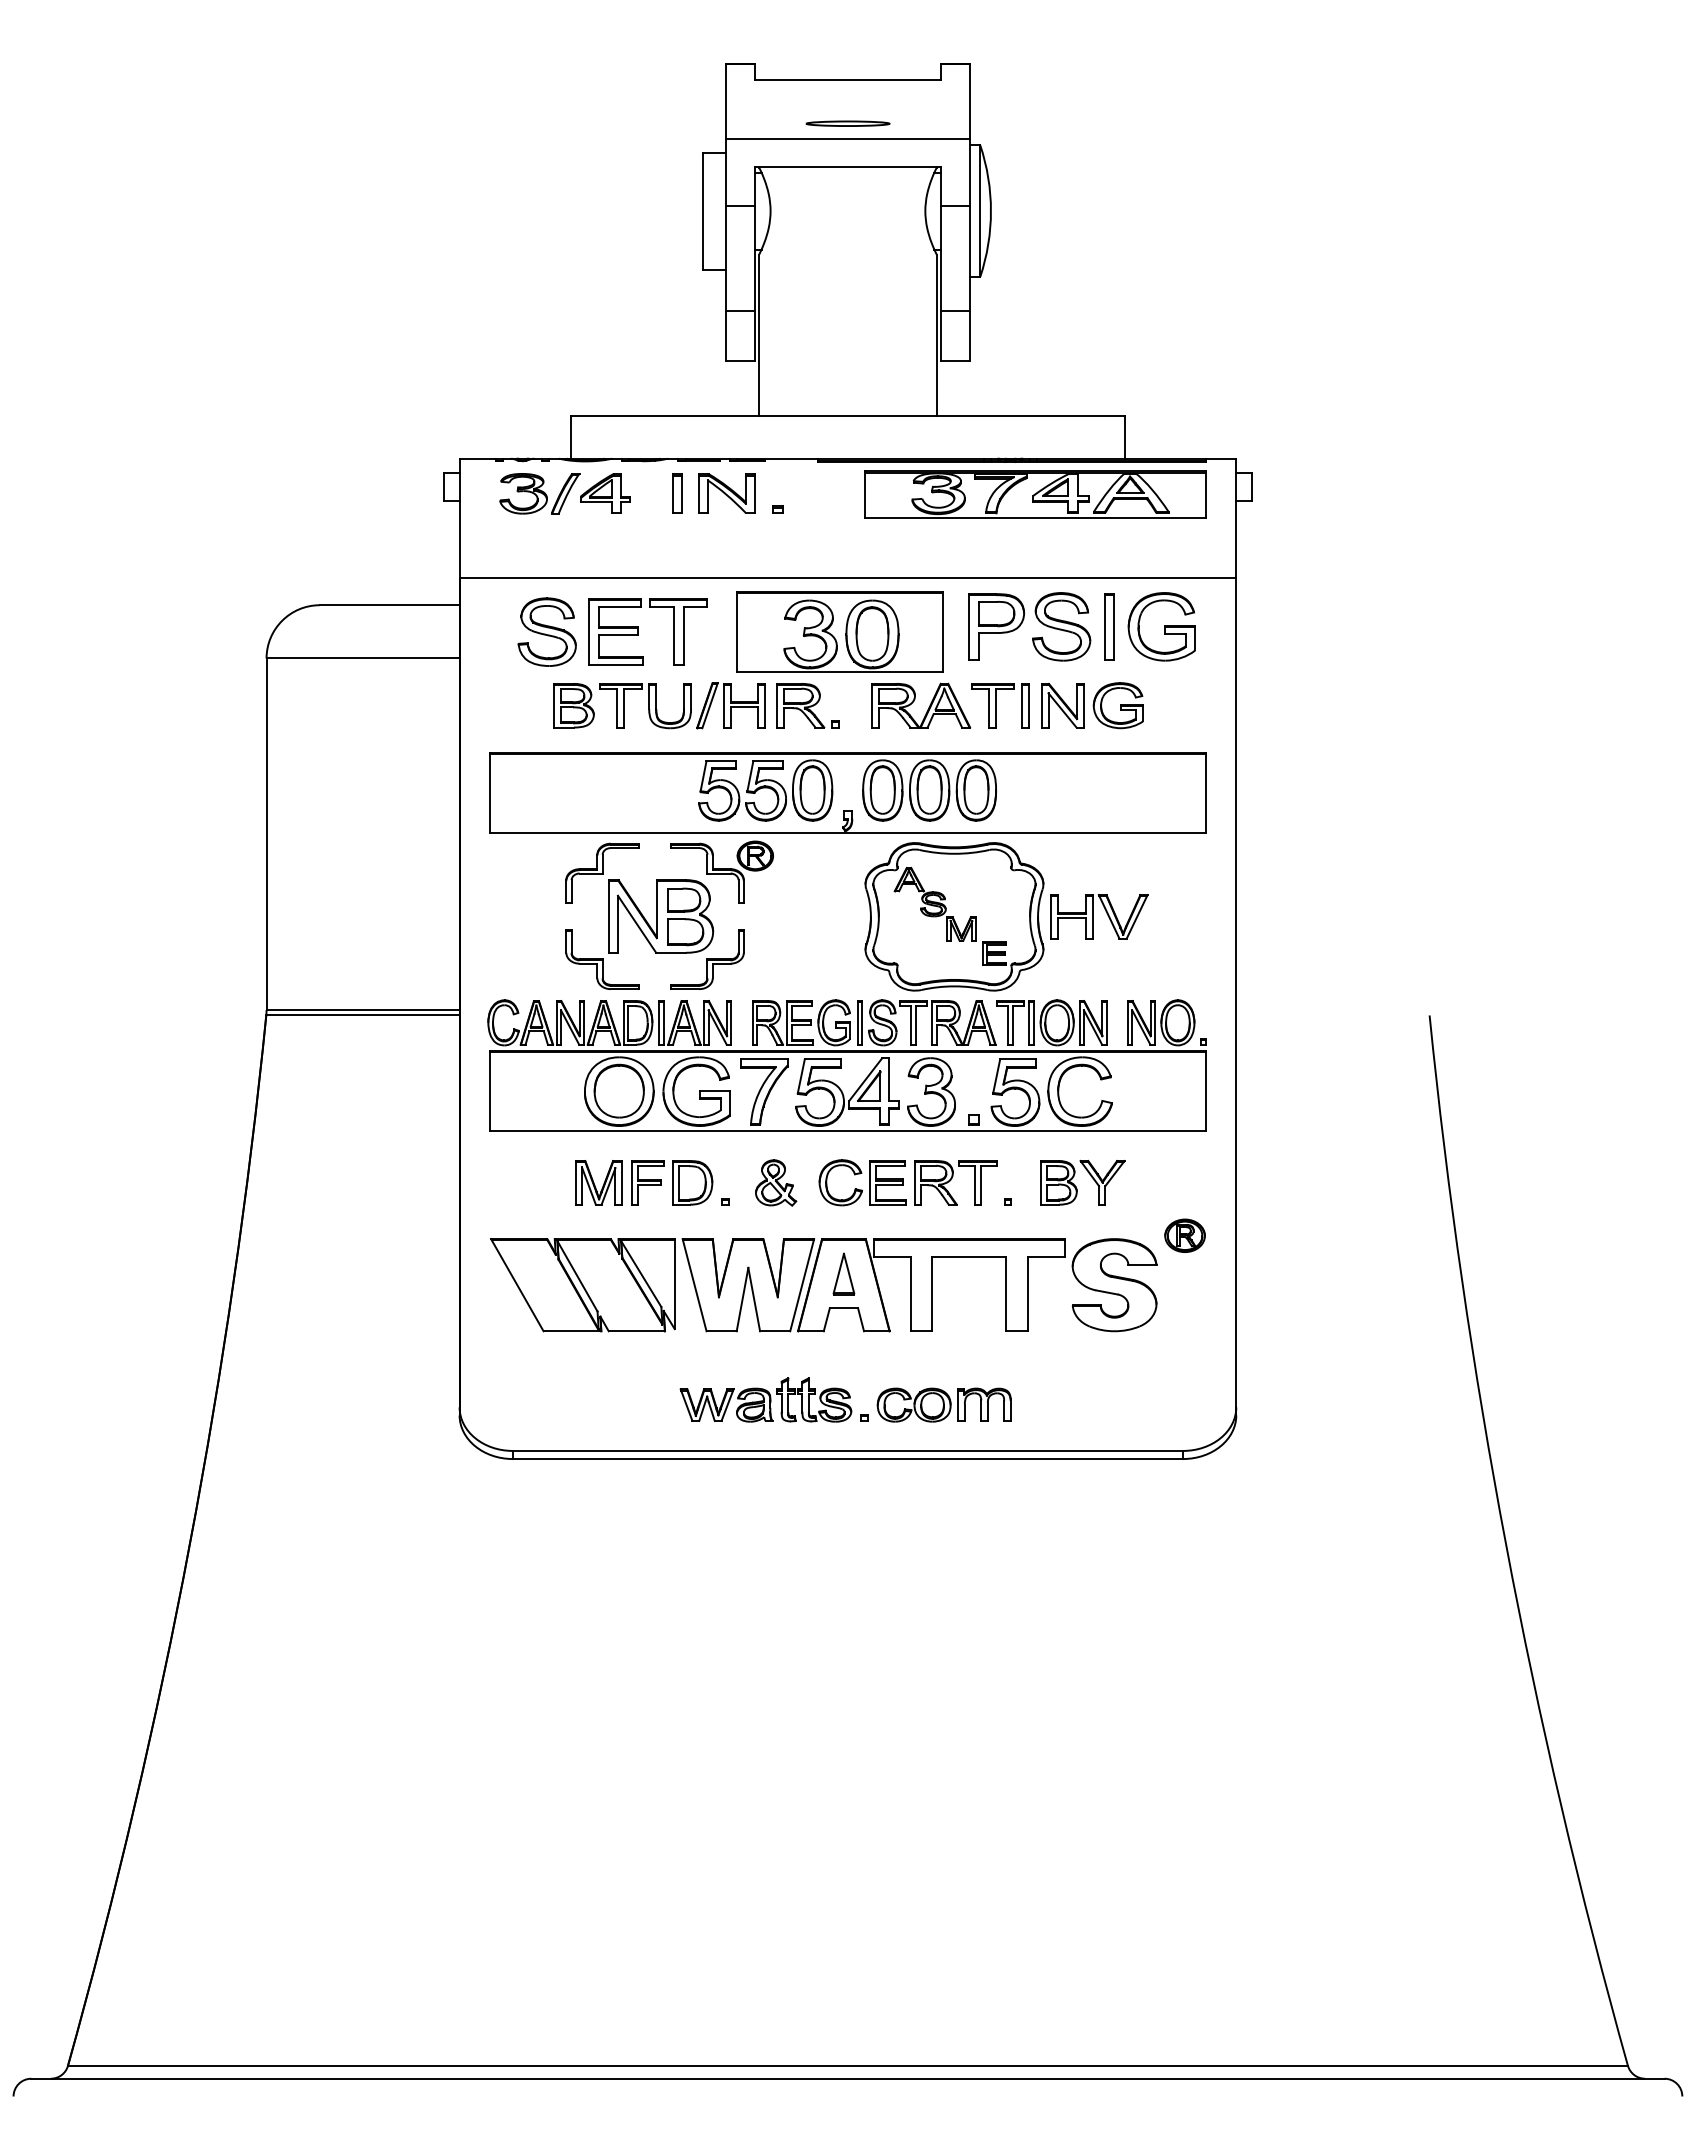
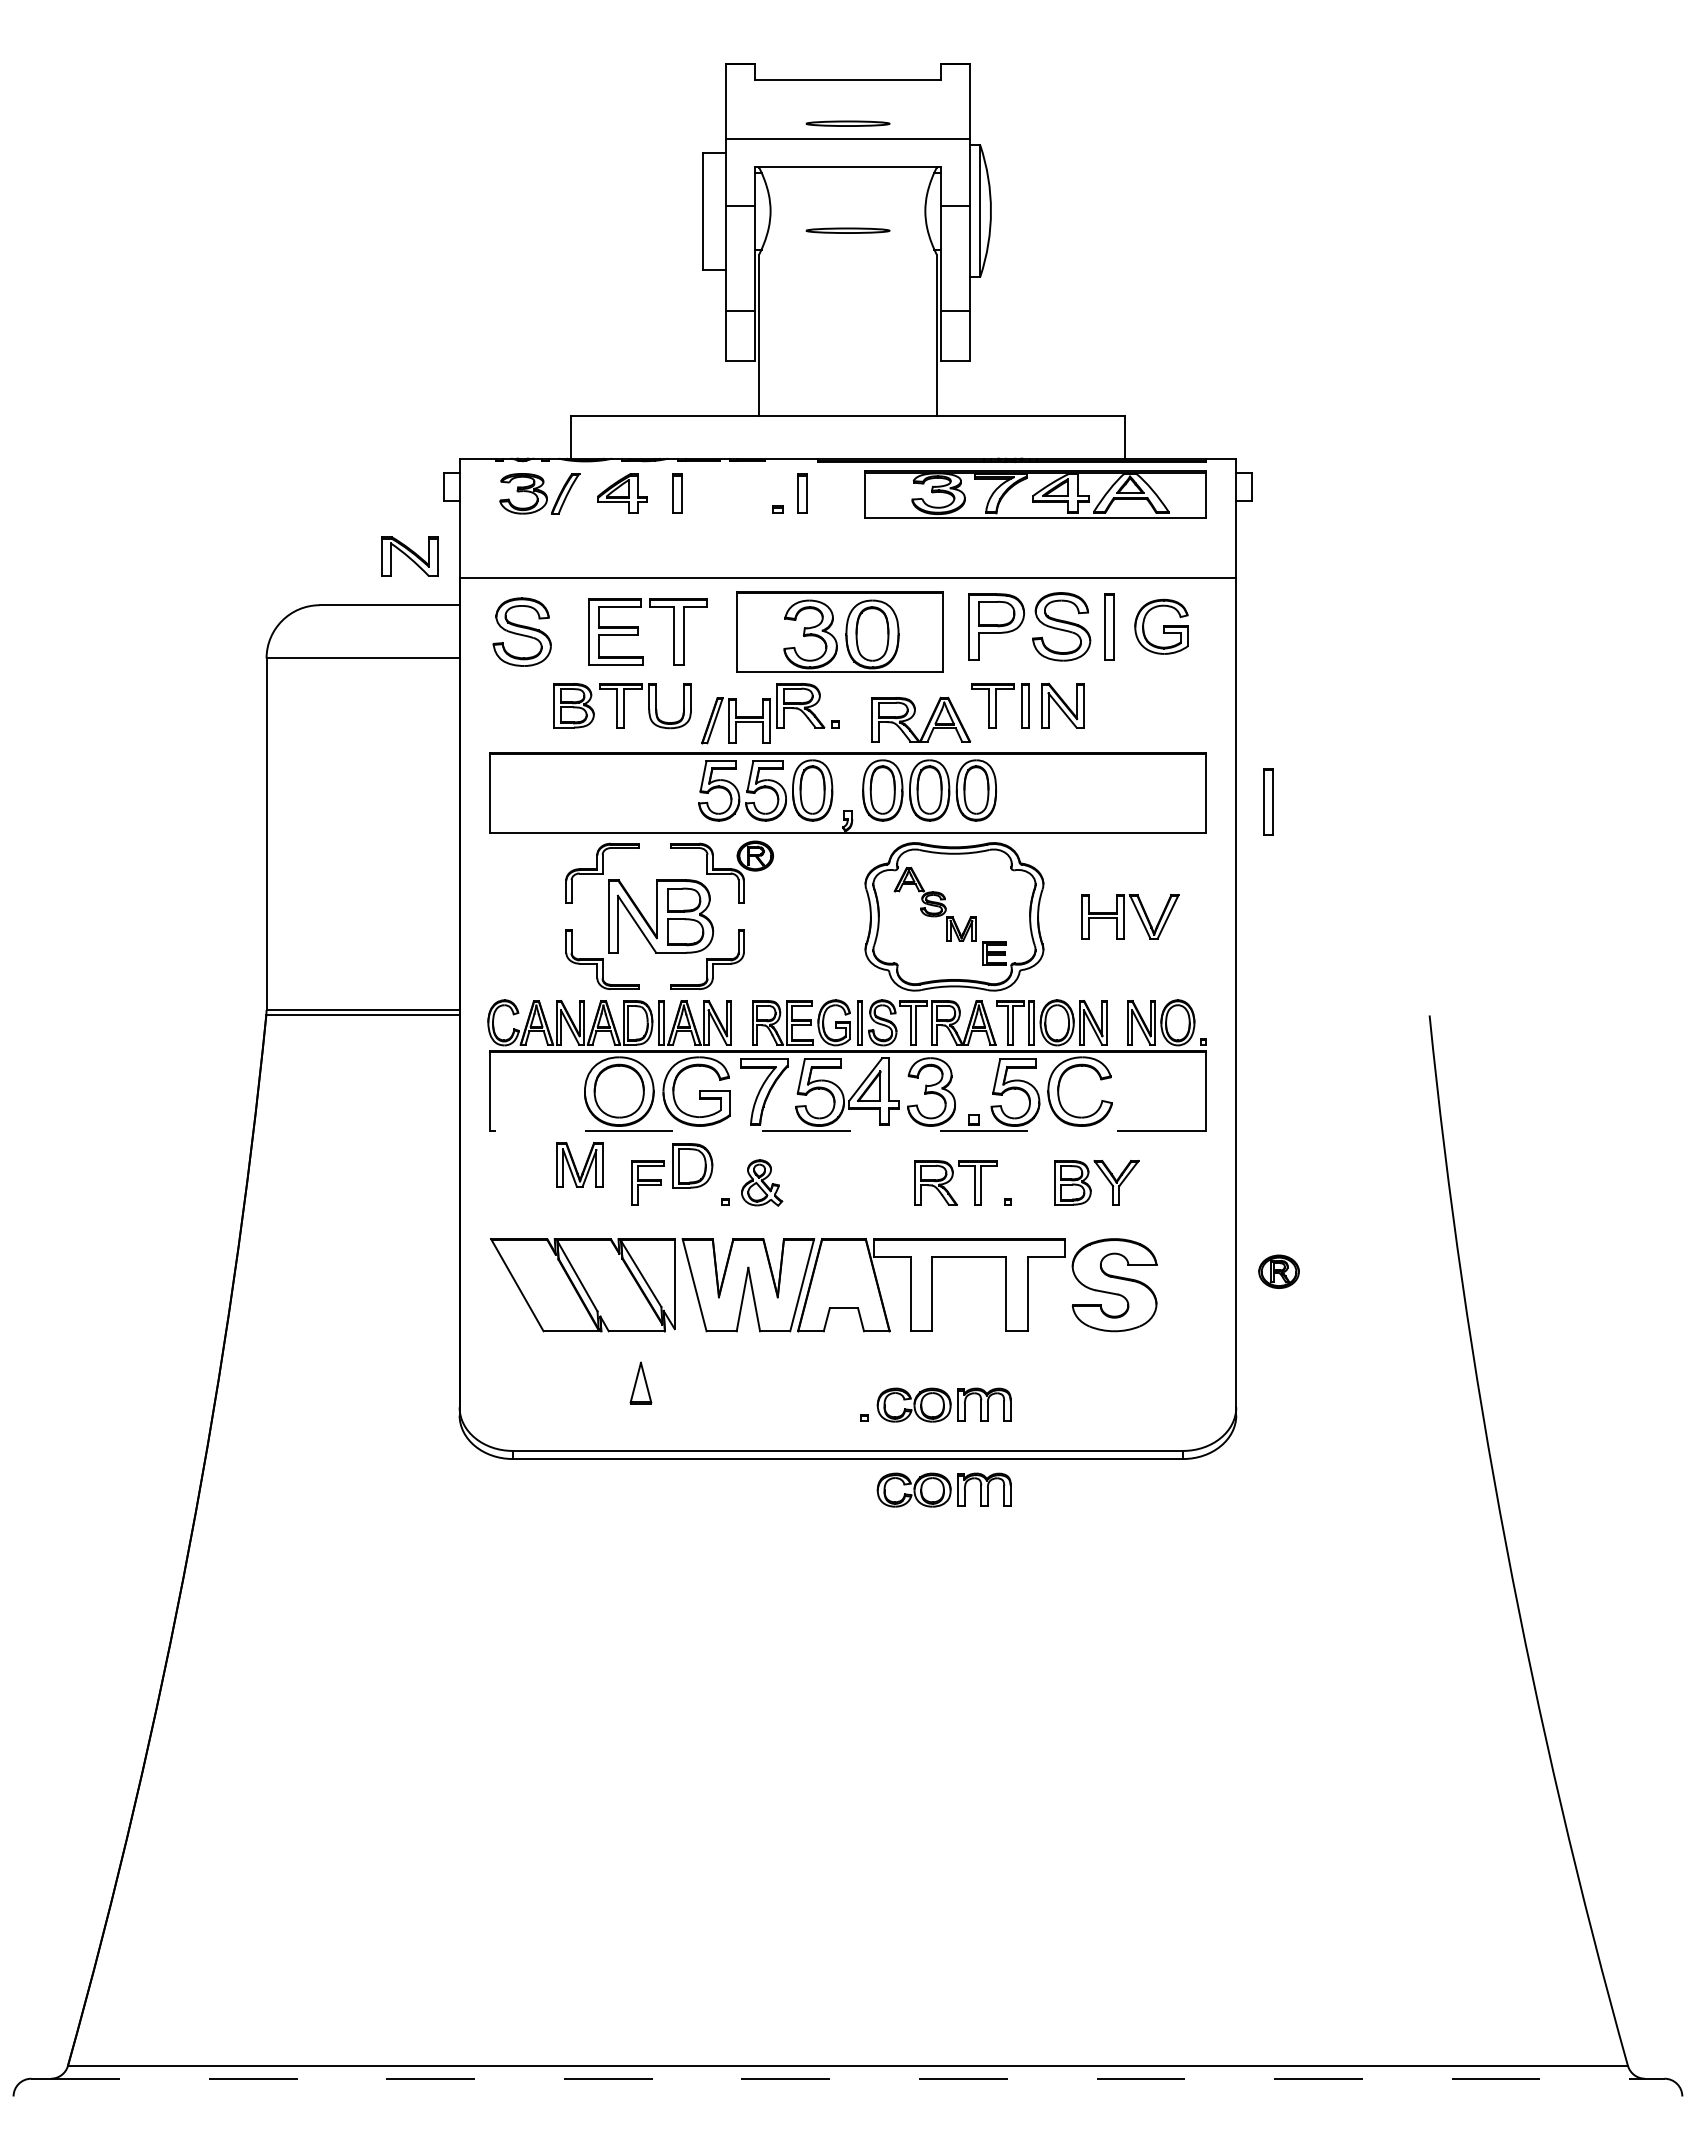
part at (847, 230): none -> present
part at (605, 493) position: (605, 493) -> (622, 493)
part at (726, 493) position: (726, 493) -> (409, 556)
part at (802, 493): none -> present
part at (1161, 626) size: 69x70 px -> 55x57 px
part at (546, 631) position: (546, 631) -> (521, 631)
part at (730, 705) position: (730, 705) -> (735, 720)
part at (1117, 705): present -> none
part at (927, 709) position: (927, 709) -> (927, 723)
part at (1268, 801): none -> present
part at (1099, 916) position: (1099, 916) -> (1130, 916)
line at (847, 1131): solid -> dashed
part at (598, 1182) position: (598, 1182) -> (579, 1164)
part at (692, 1182) position: (692, 1182) -> (692, 1165)
part at (776, 1182) position: (776, 1182) -> (762, 1182)
part at (869, 1182): present -> none
part at (1076, 1186) position: (1076, 1186) -> (1090, 1186)
part at (1184, 1235) position: (1184, 1235) -> (1278, 1271)
part at (843, 1273) position: (843, 1273) -> (640, 1382)
part at (765, 1399): present -> none
part at (943, 1489): none -> present
line at (847, 2078): solid -> dashed
